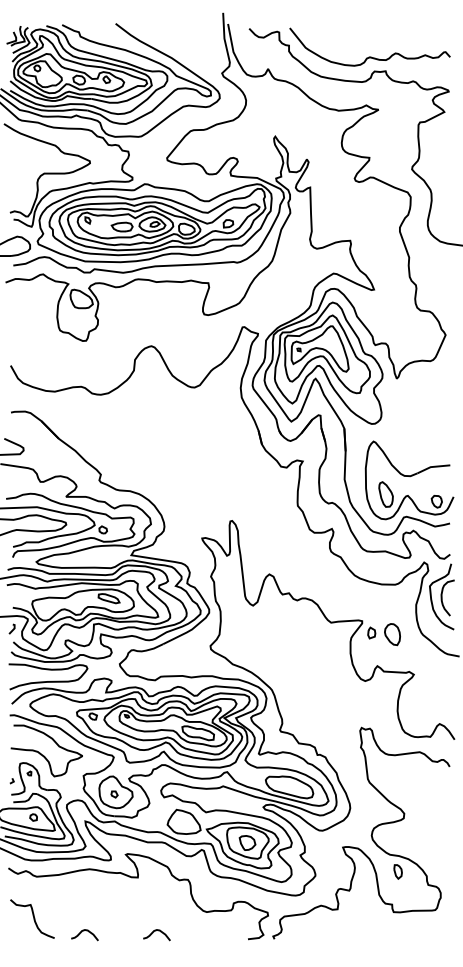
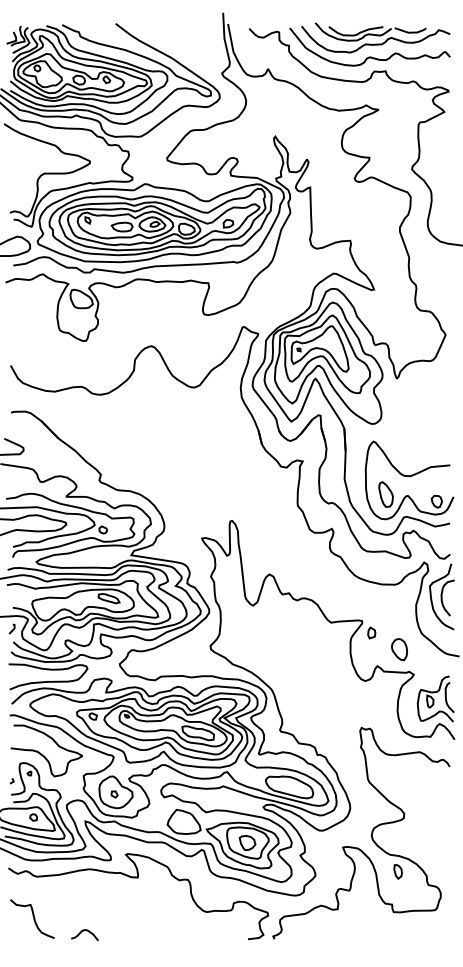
part at (375, 37): none -> present
part at (392, 634) position: (392, 634) -> (399, 649)
part at (435, 698): none -> present
curve at (153, 933): present -> none
